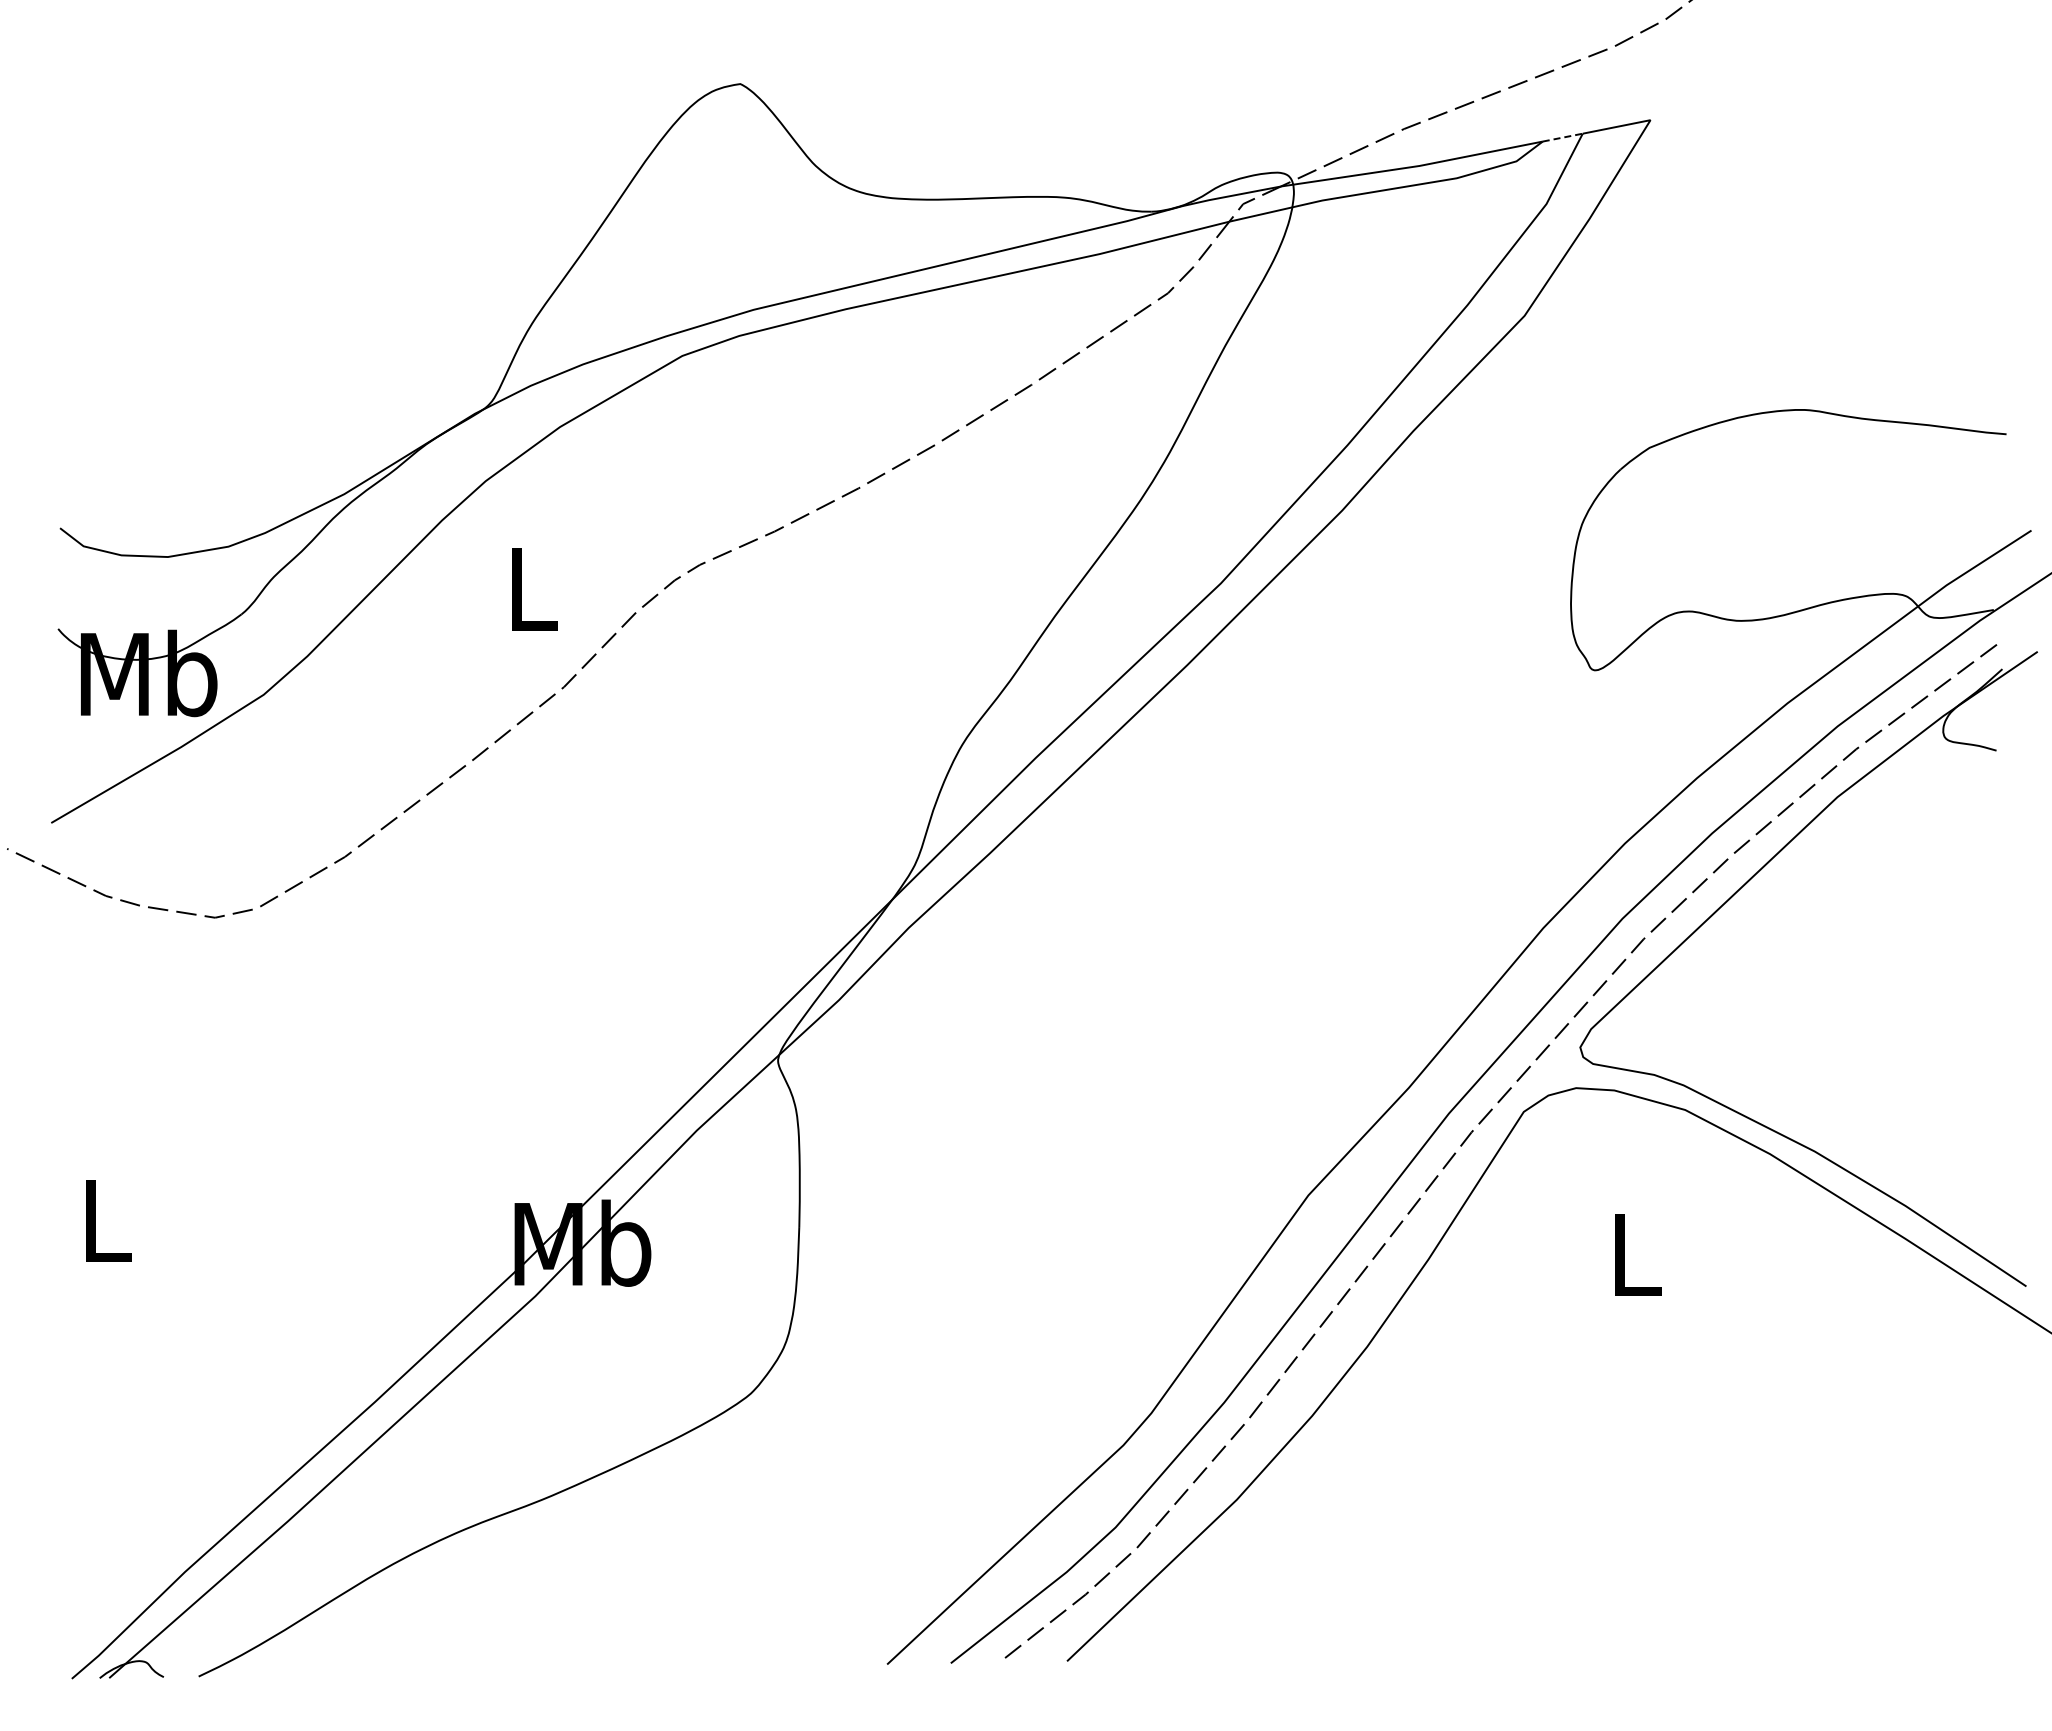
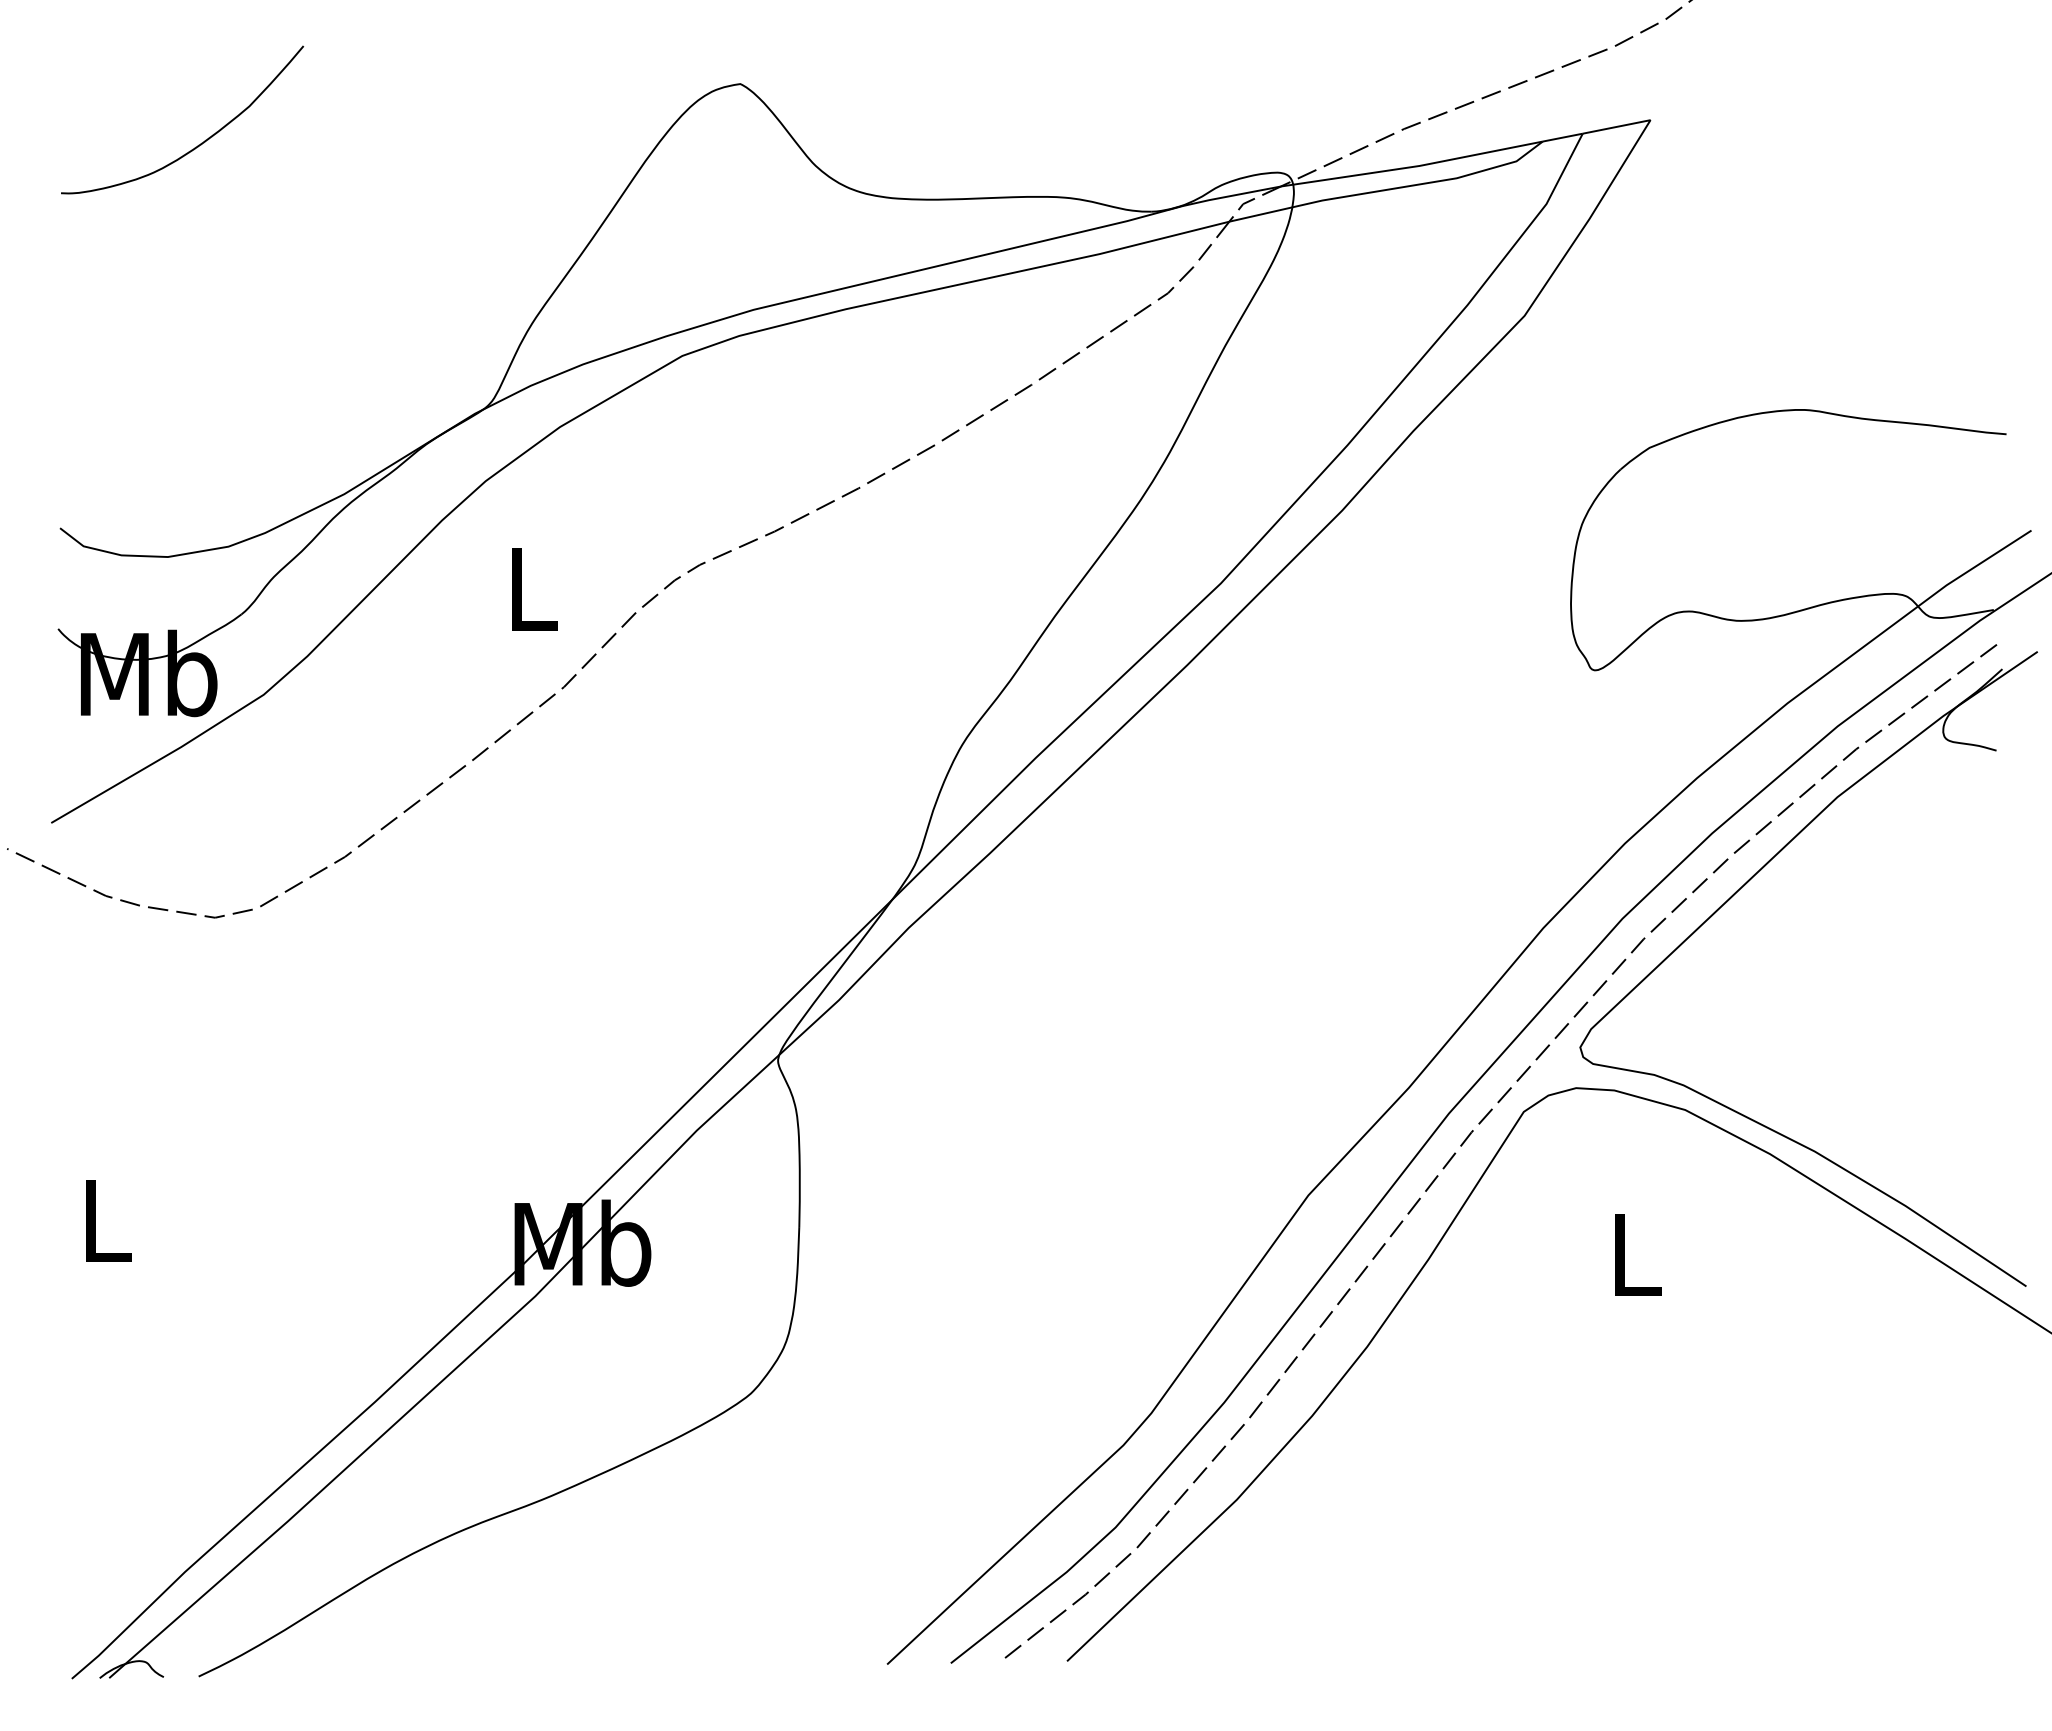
line at (1563, 137): dashed -> solid
curve at (198, 144): none -> present
